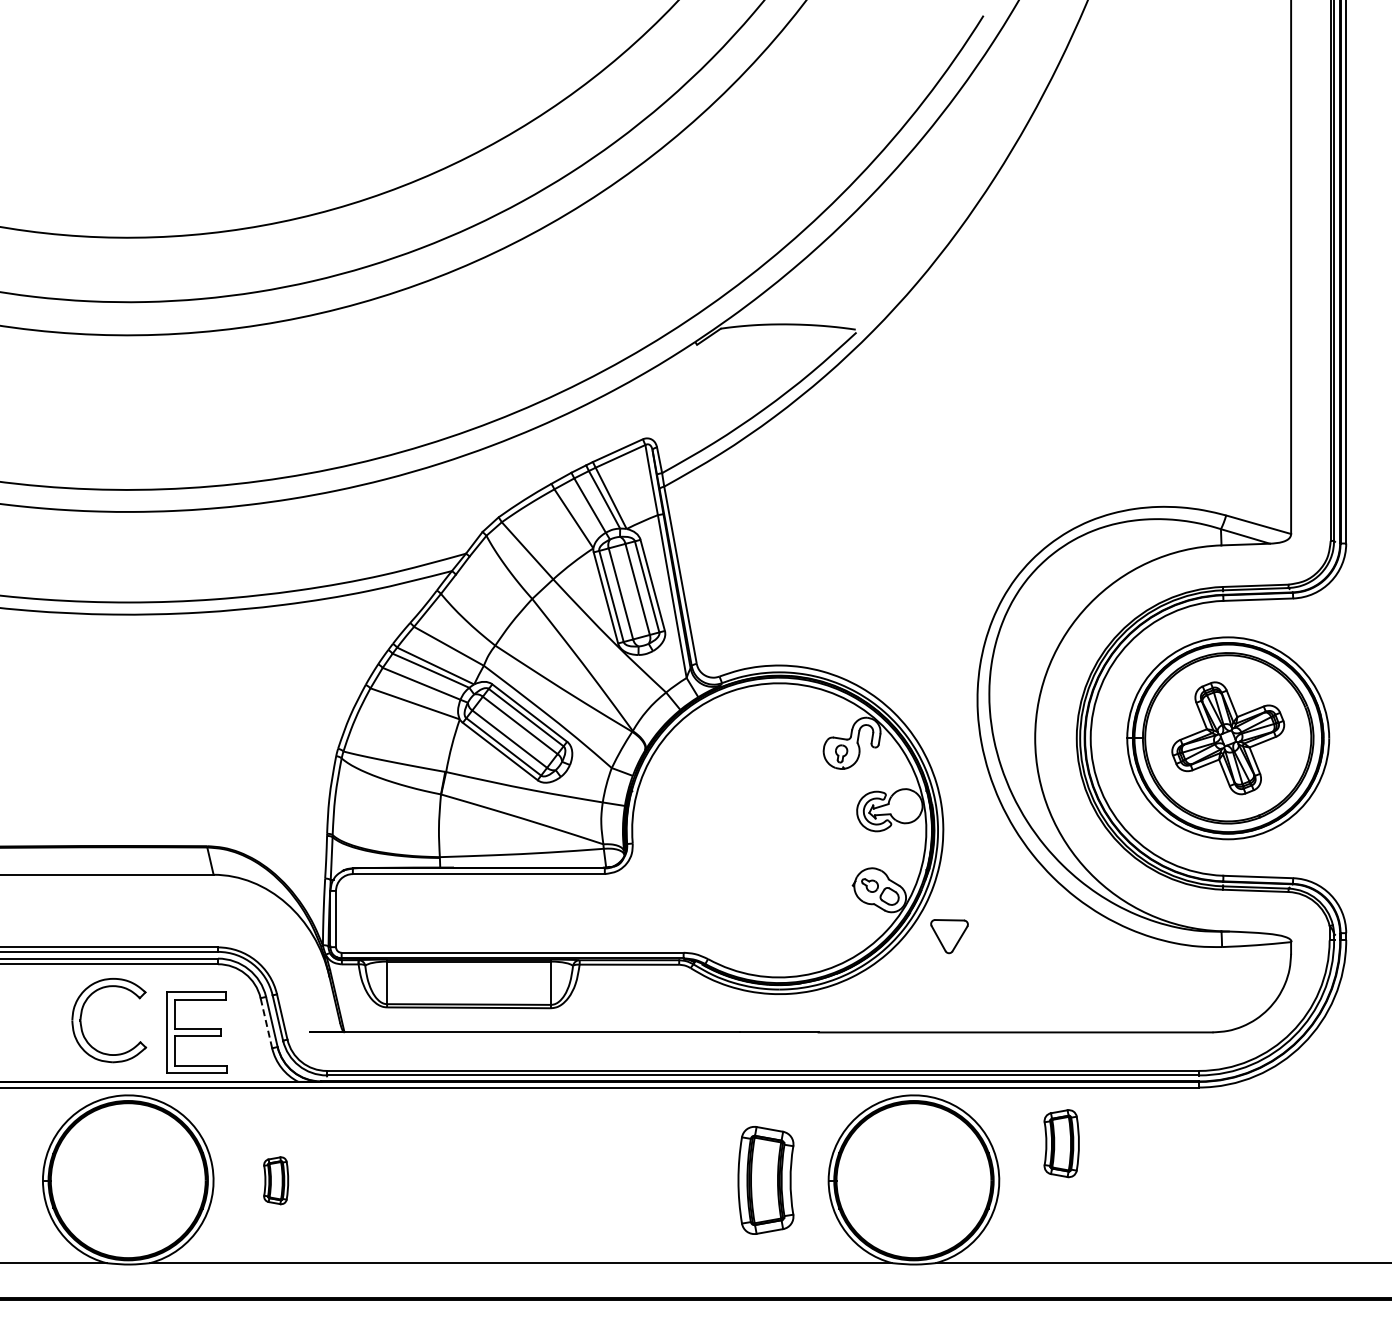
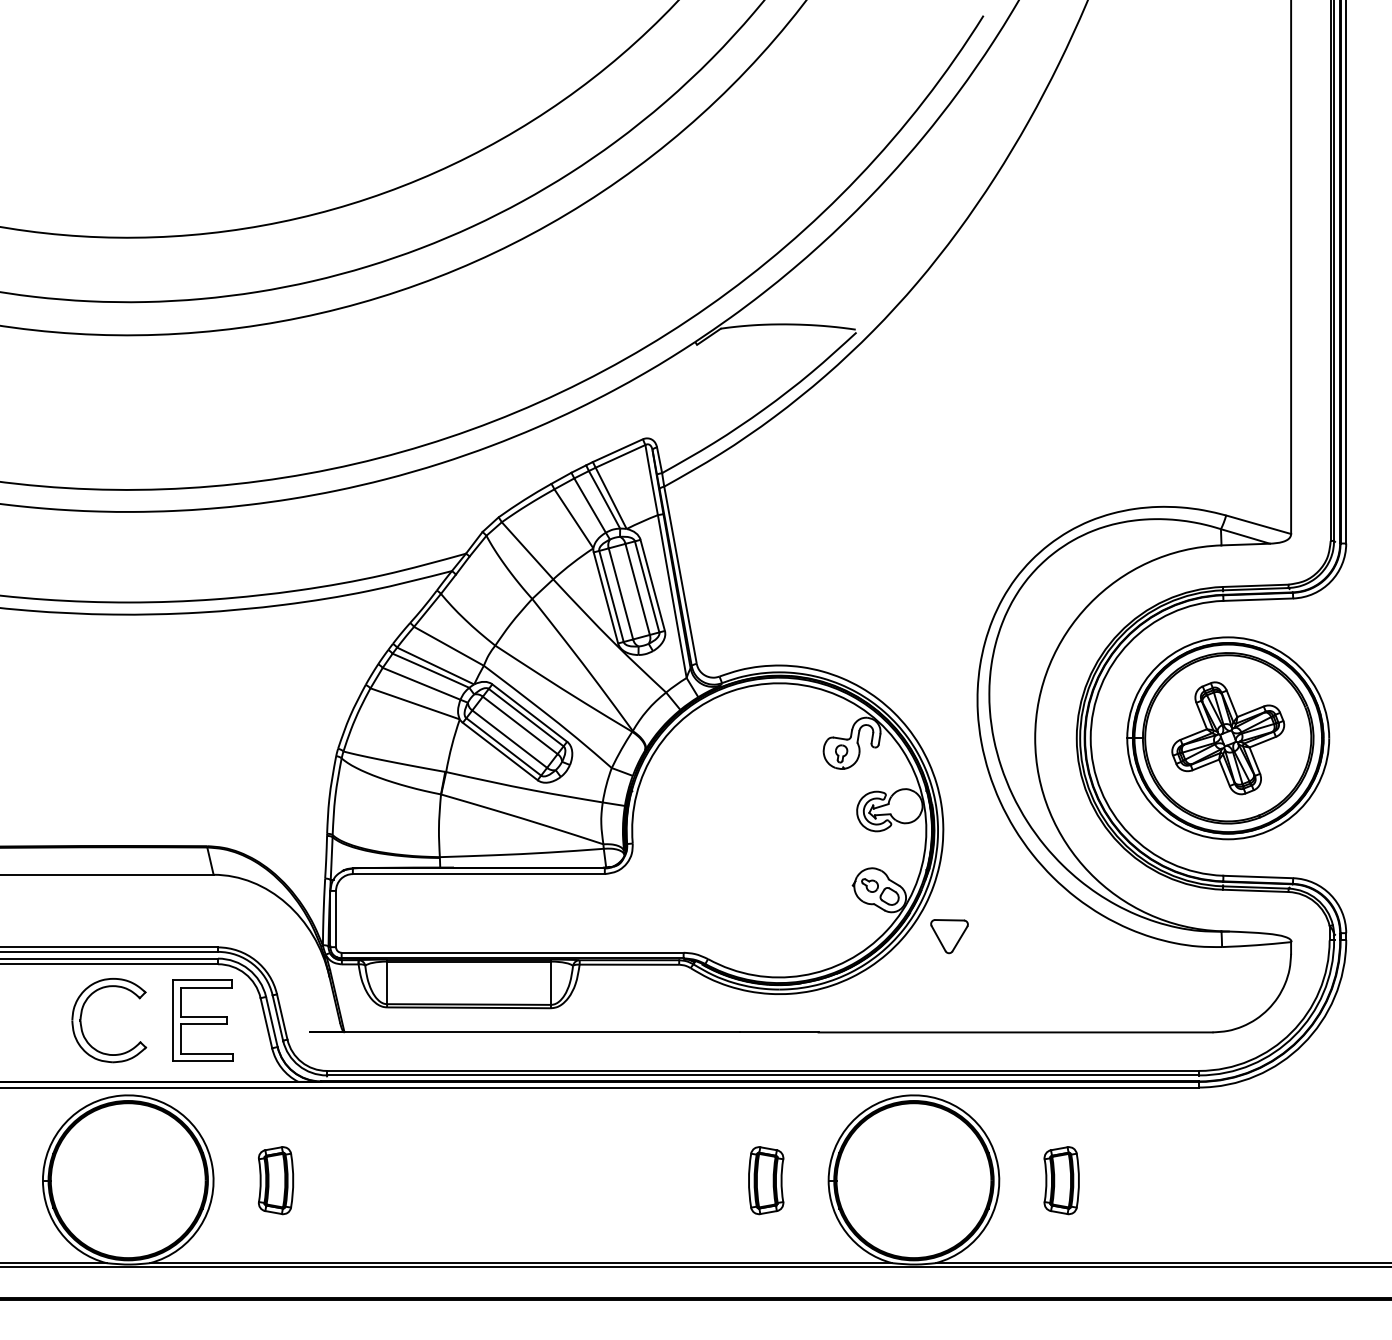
line at (266, 1023): dashed -> solid
part at (196, 1032) position: (196, 1032) -> (202, 1020)
part at (1061, 1143) position: (1061, 1143) -> (1061, 1180)
part at (276, 1180) size: 27x50 px -> 37x70 px
part at (765, 1180) size: 58x109 px -> 37x70 px
line at (695, 1267): none -> present
